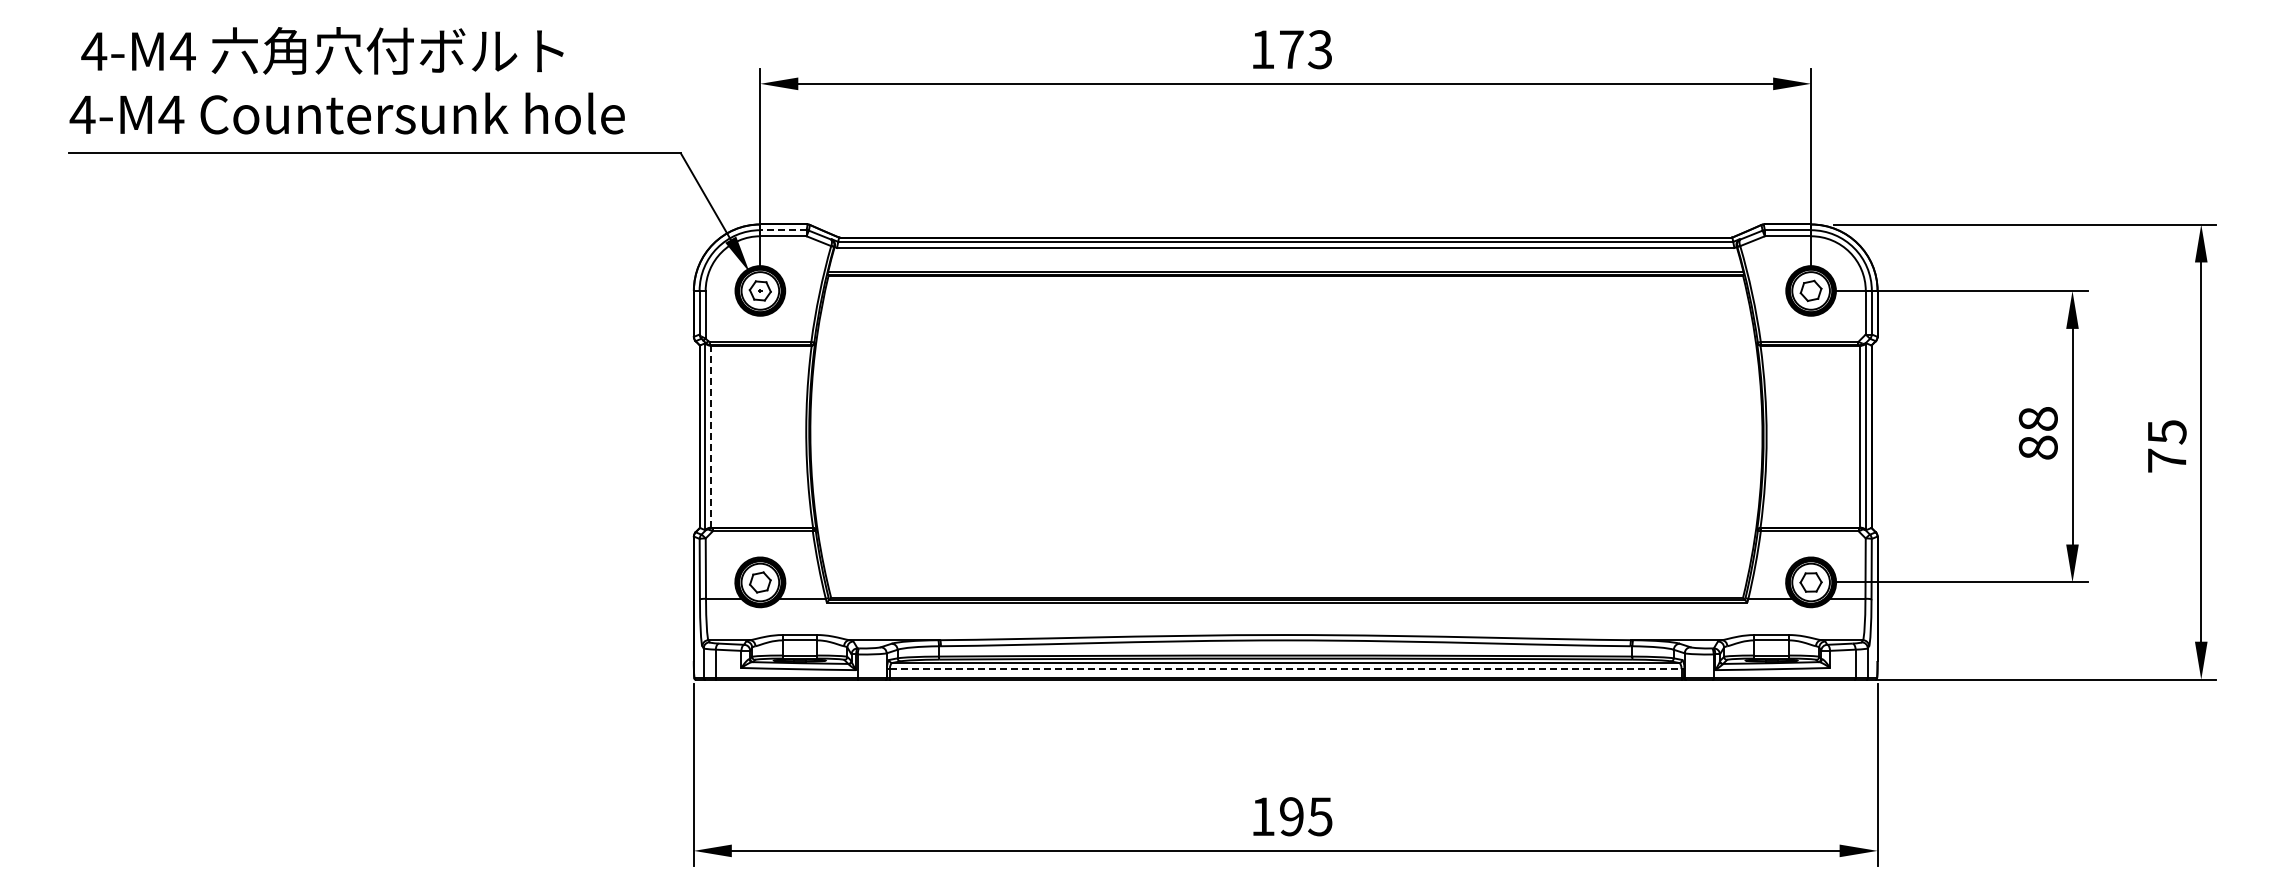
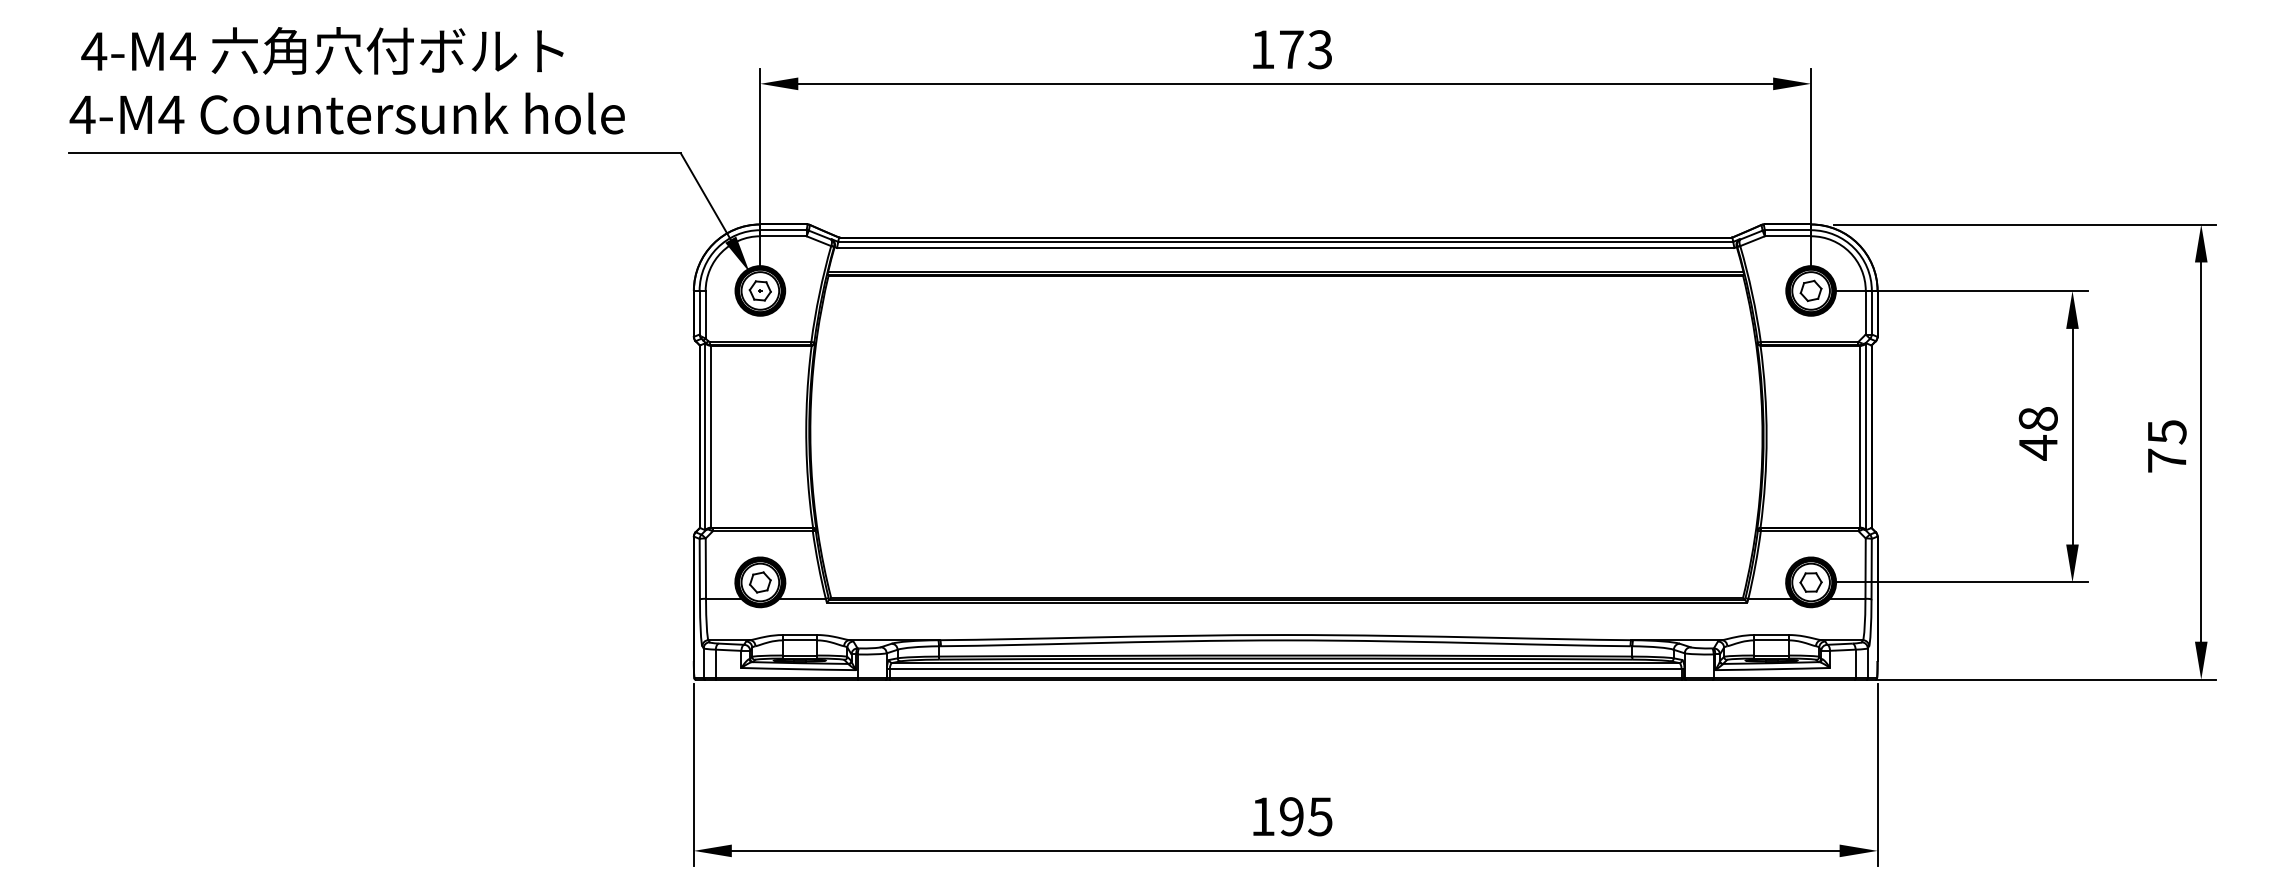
line at (783, 230): dashed -> solid
line at (711, 436): dashed -> solid
text at (2037, 447): 88 -> 48
line at (1285, 669): dashed -> solid
